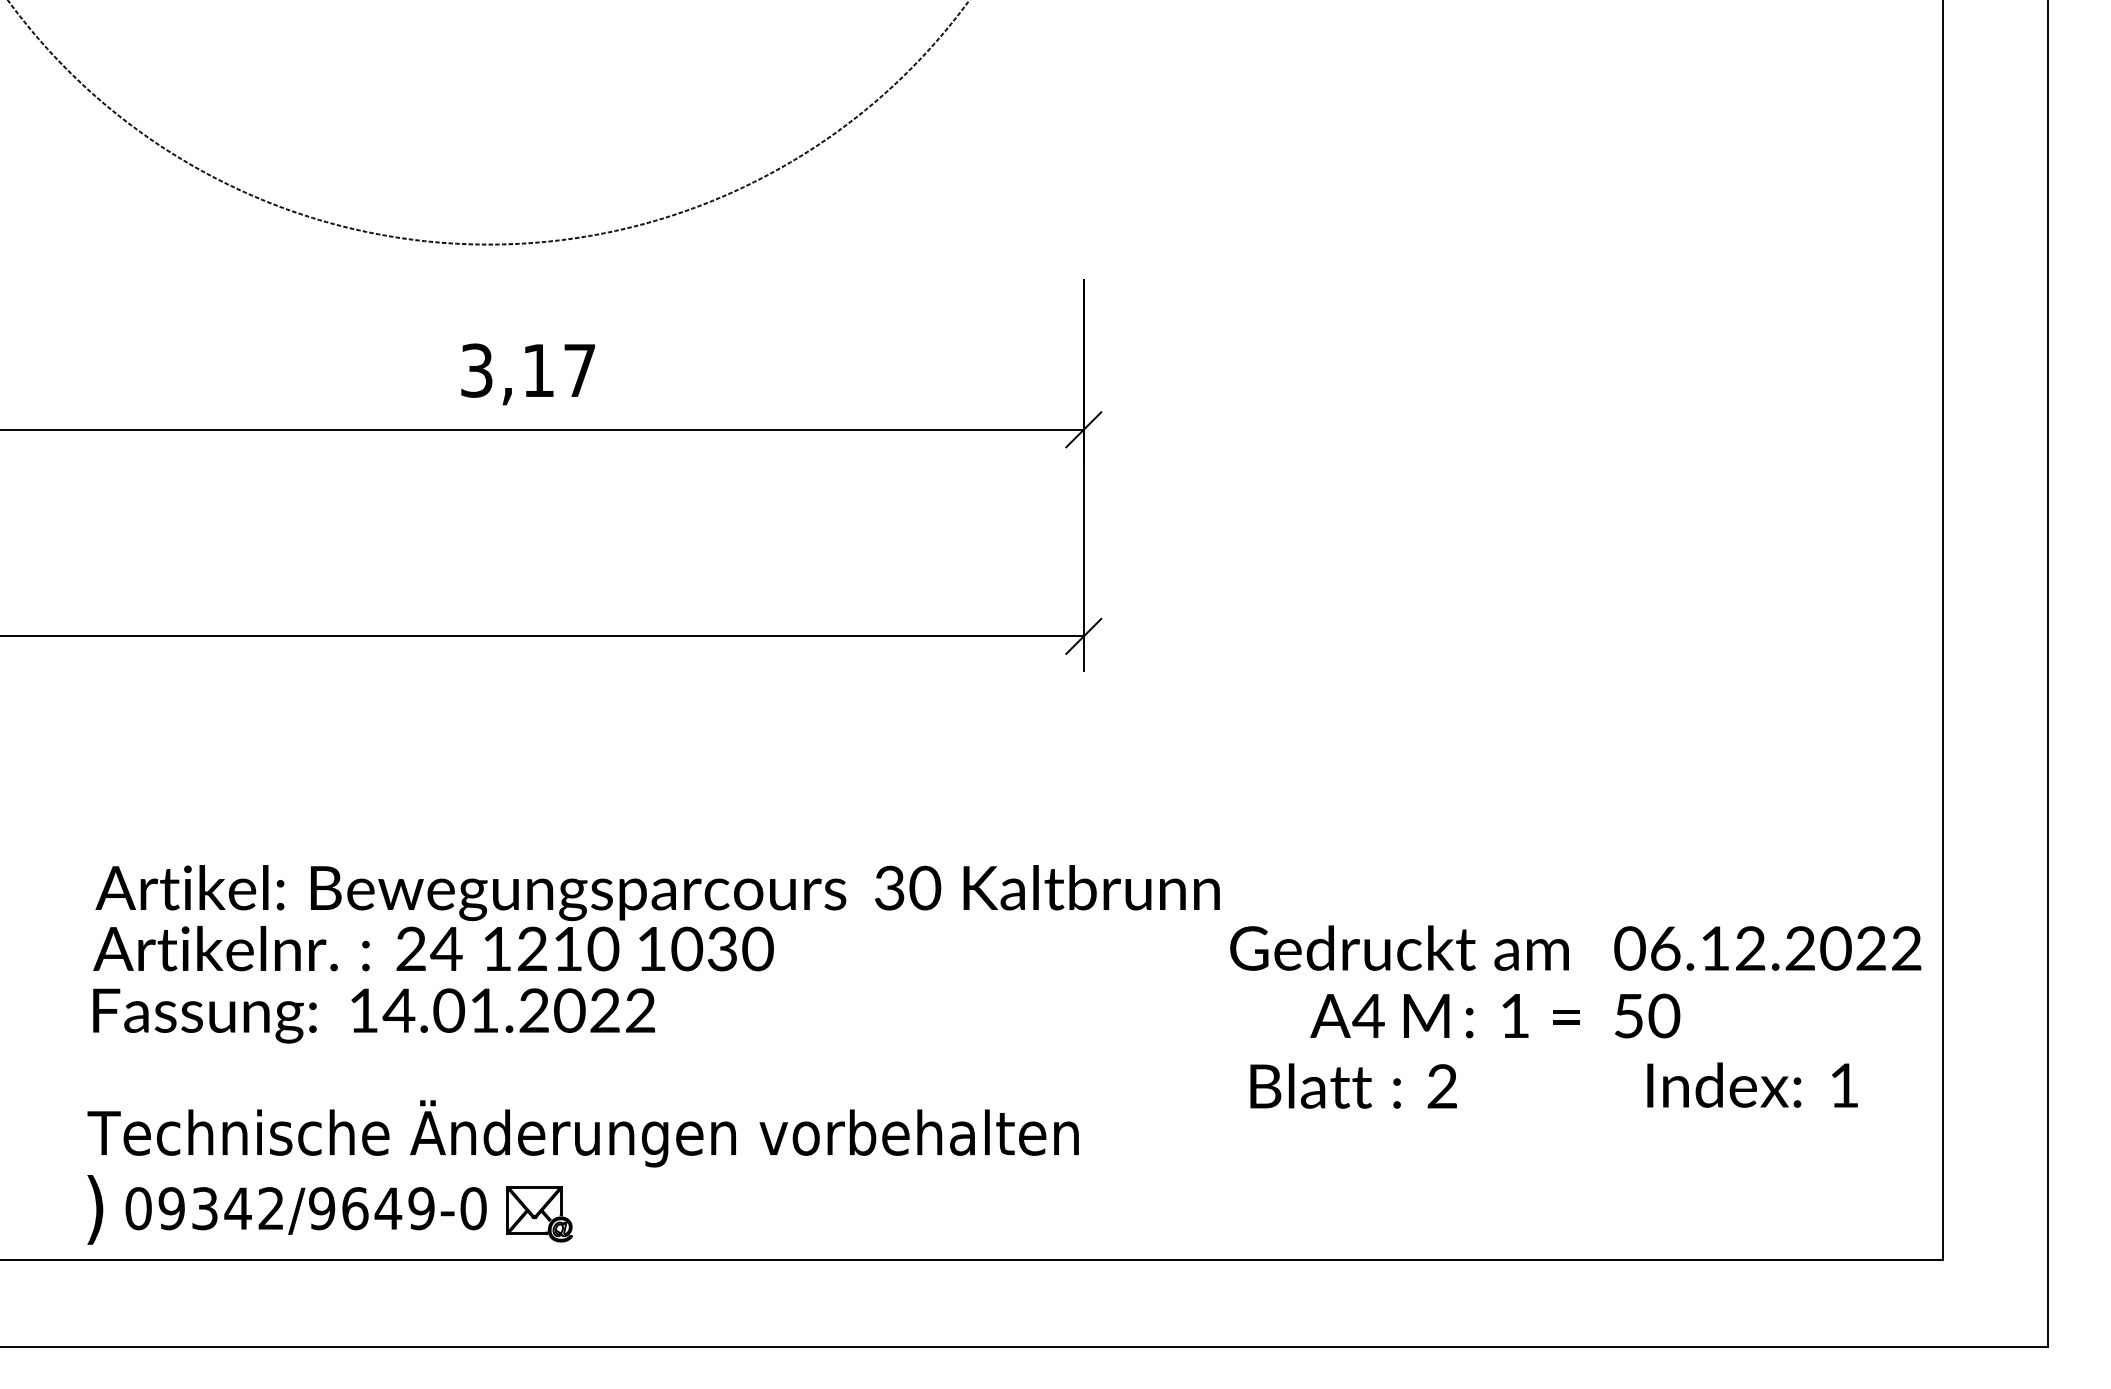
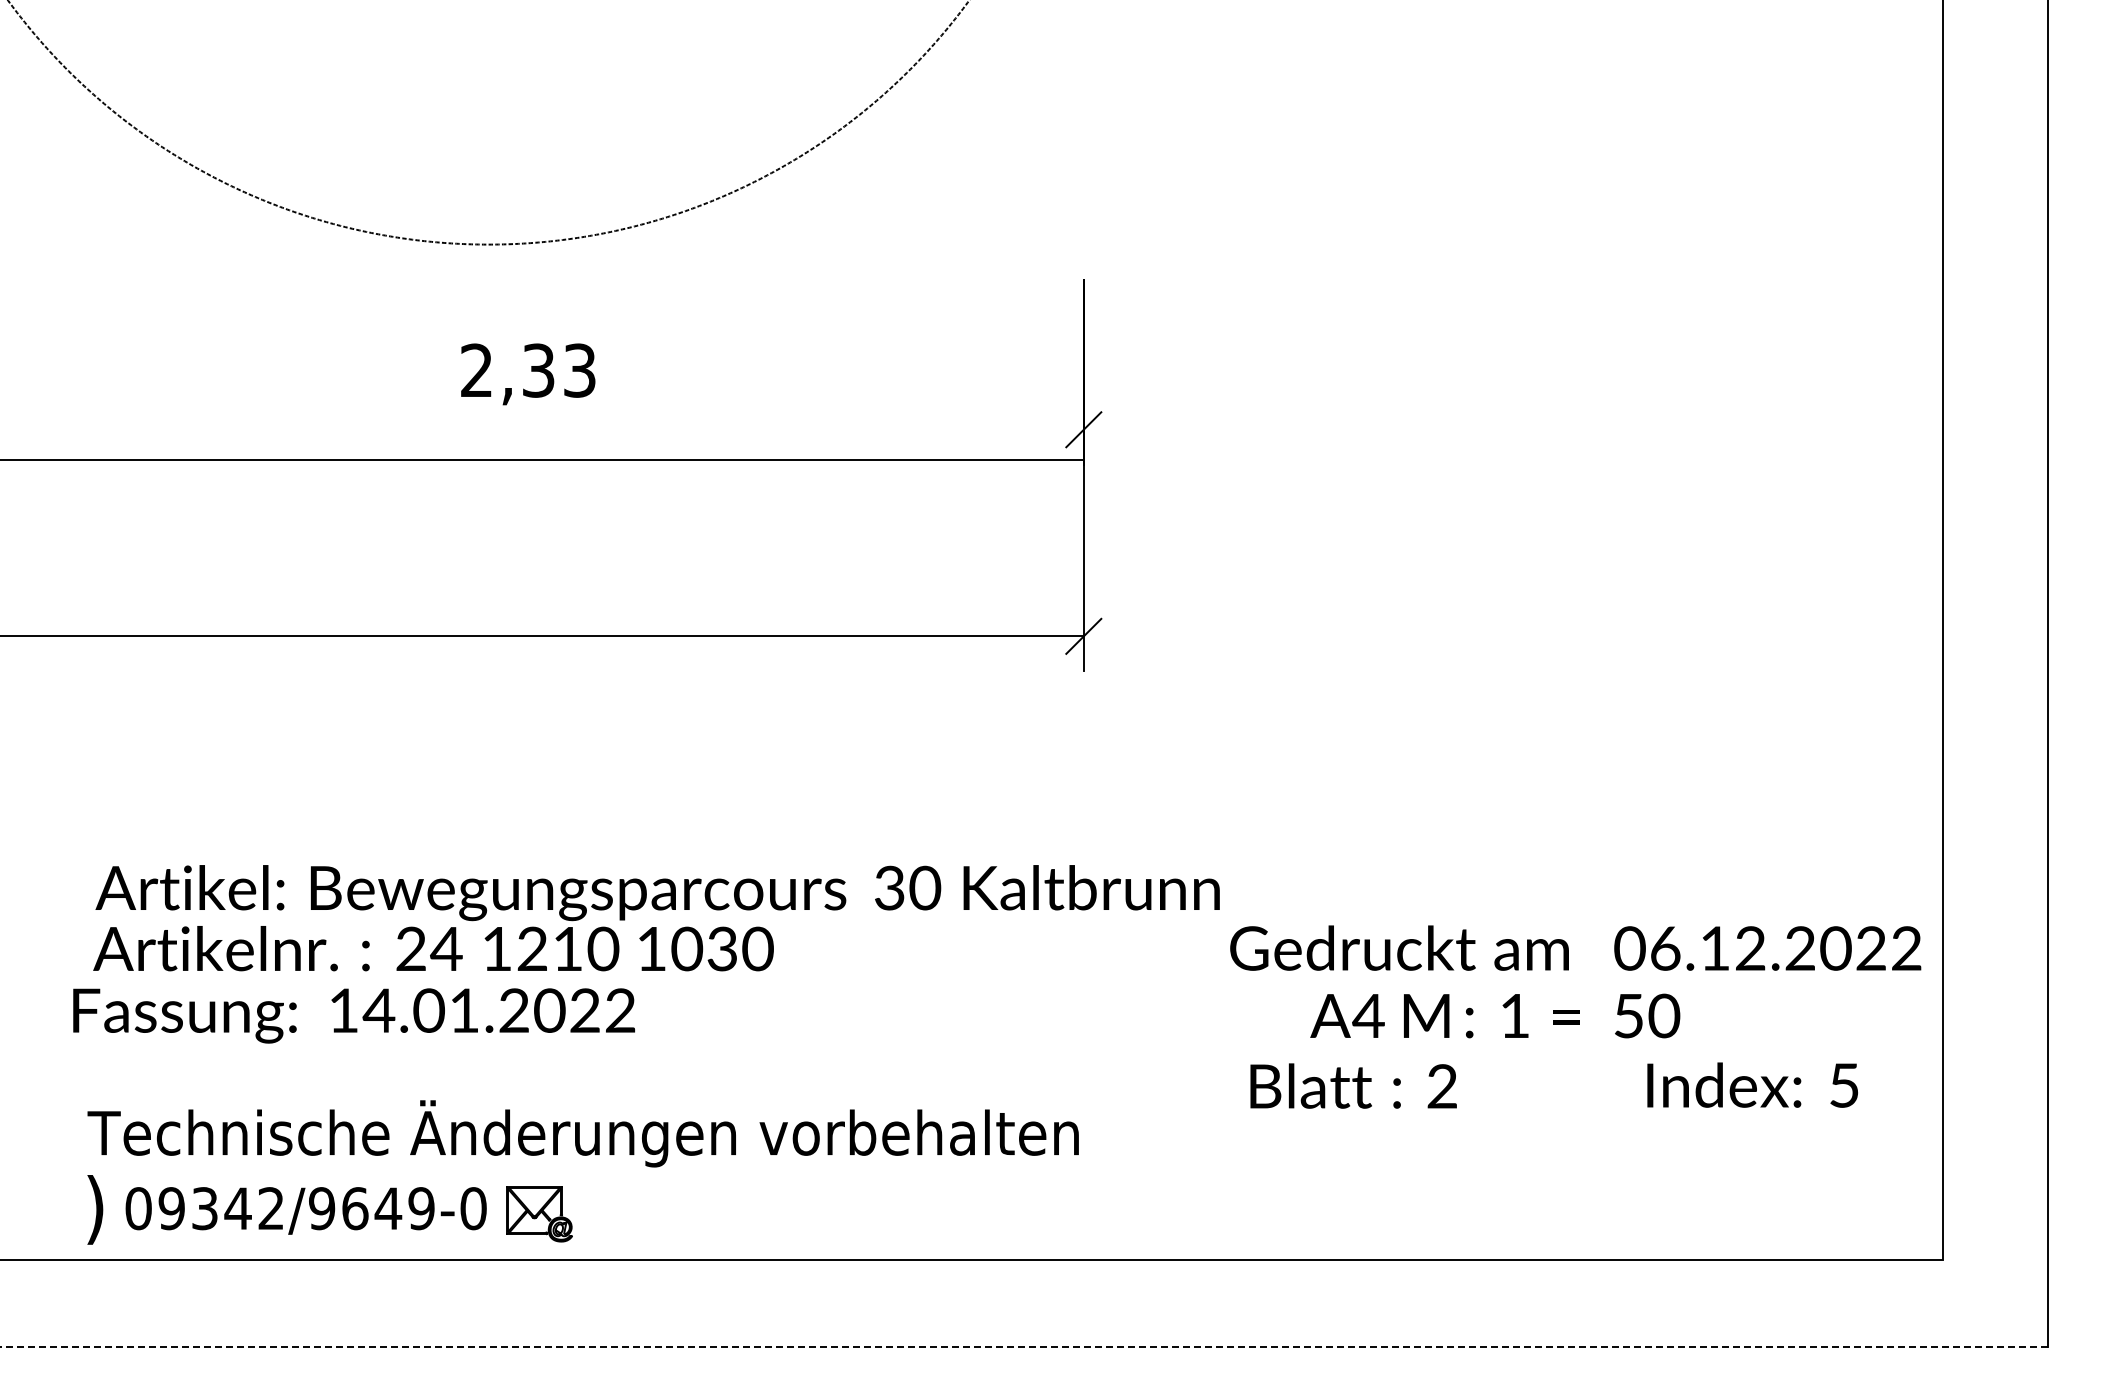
text at (528, 370): 3,17 -> 2,33
line at (542, 429) position: (542, 429) -> (542, 459)
text at (373, 1015) position: (373, 1015) -> (353, 1015)
text at (1844, 1085): 1 -> 5
line at (1024, 1347): solid -> dashed
